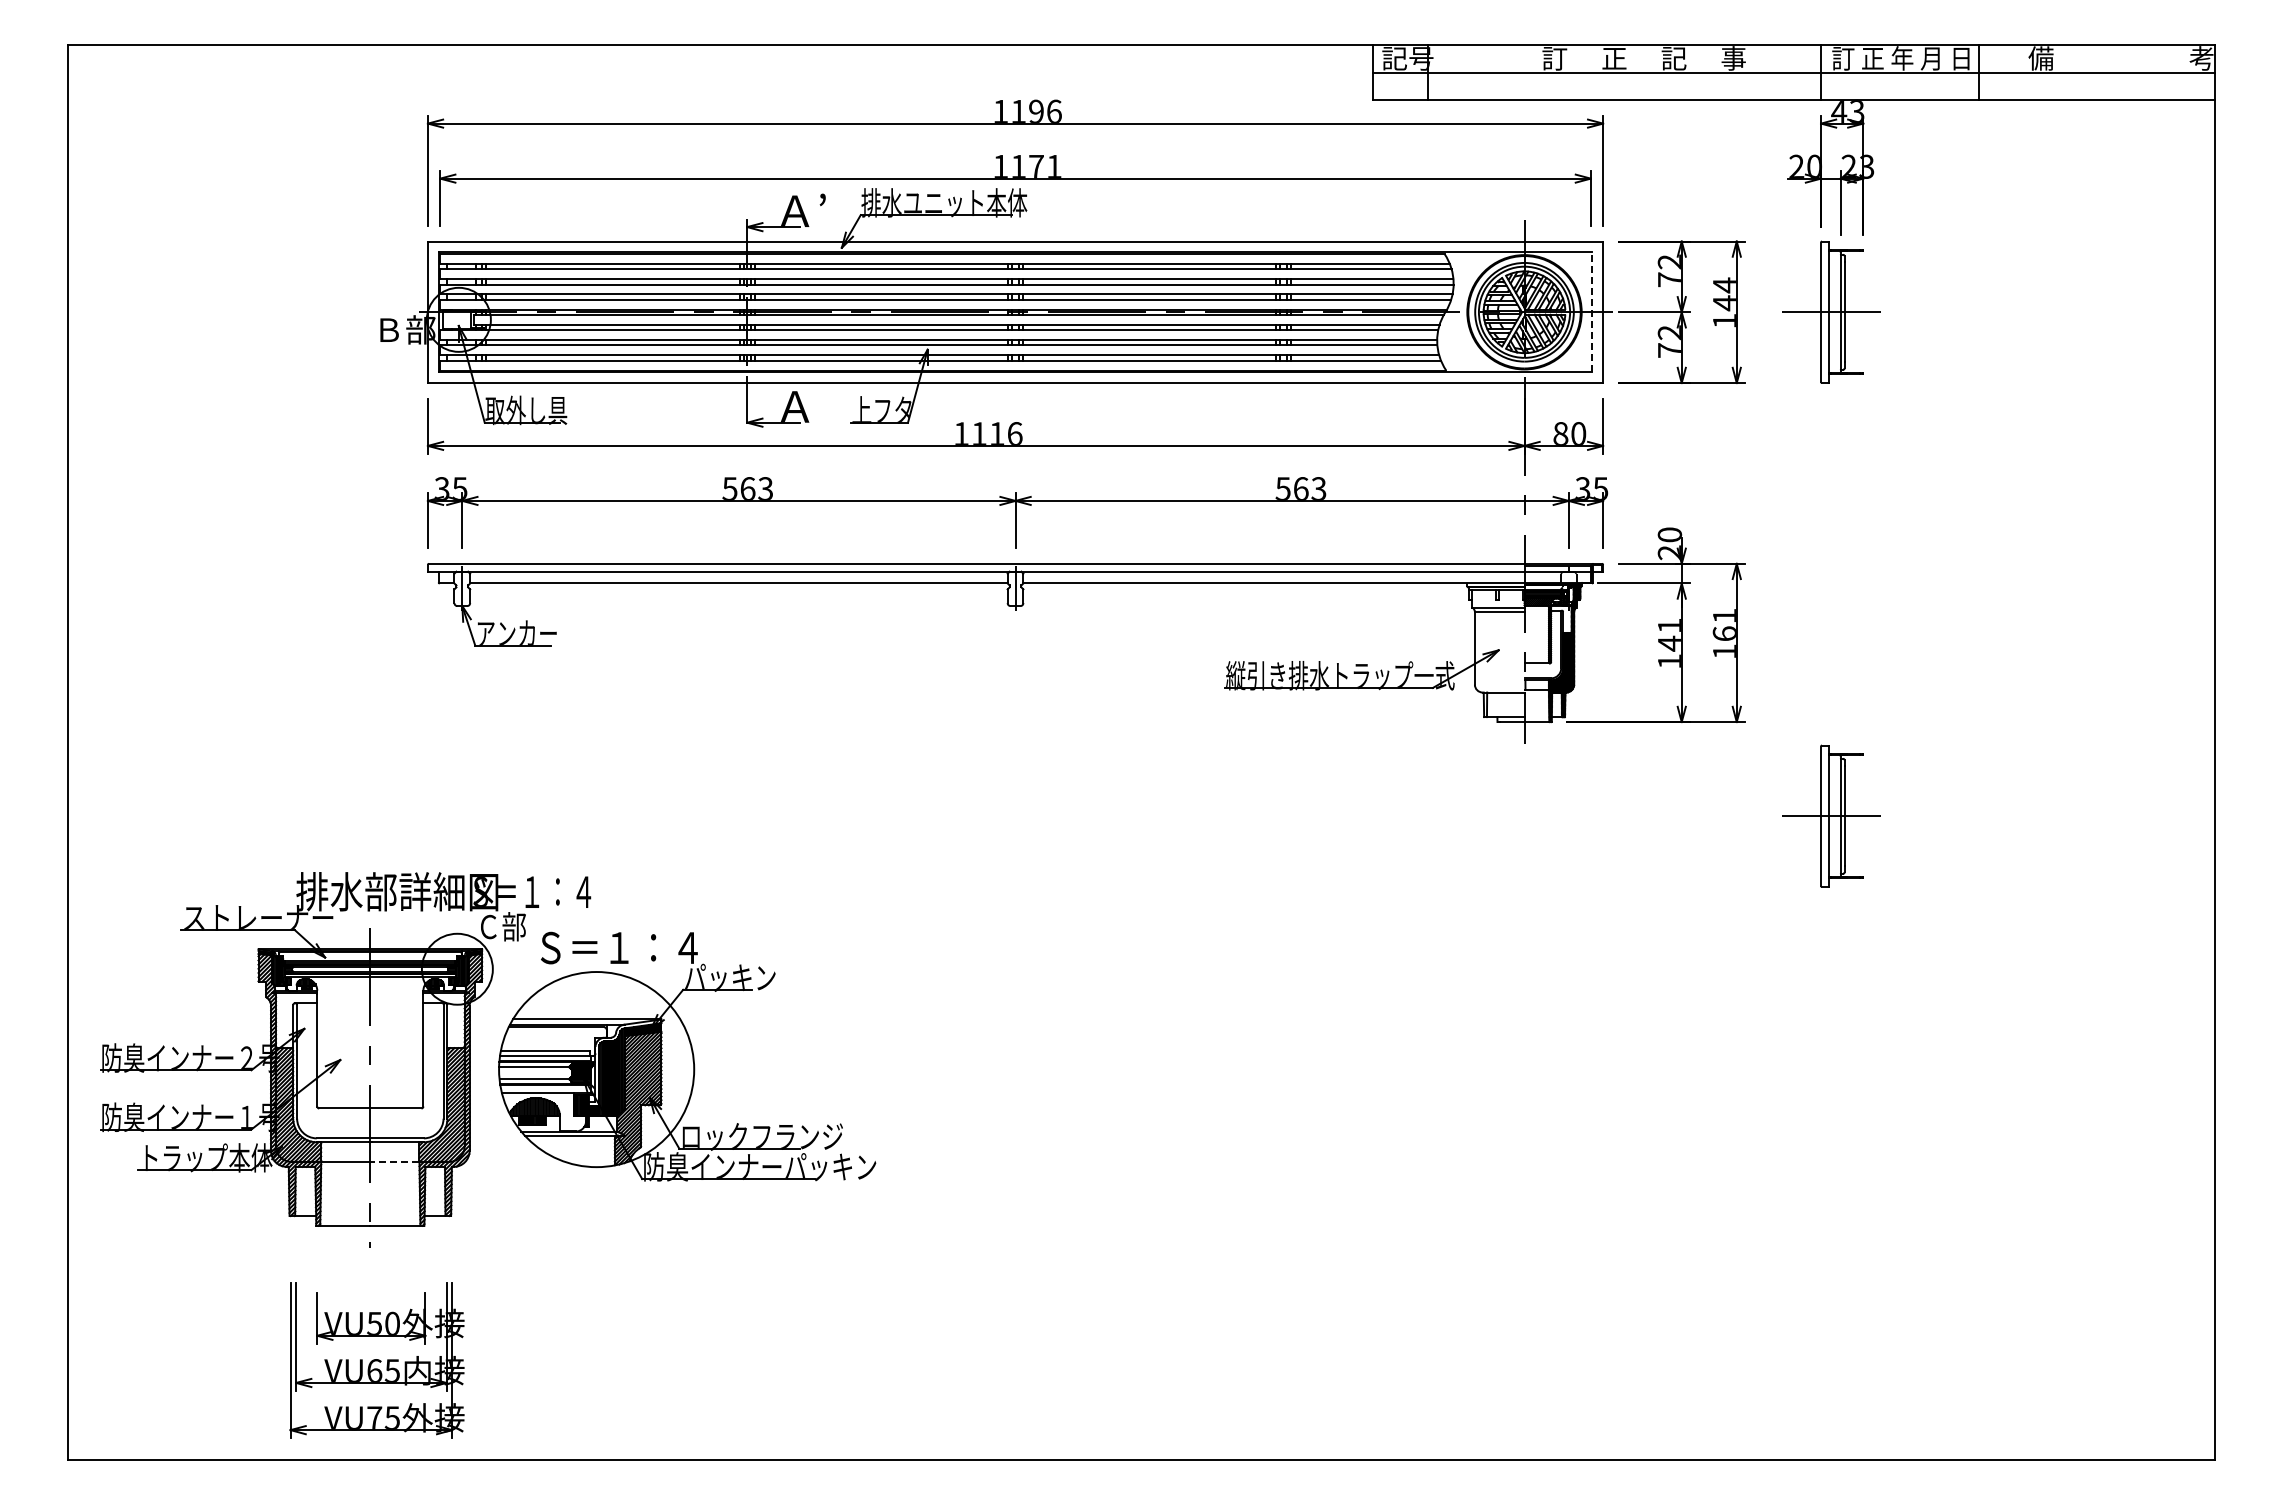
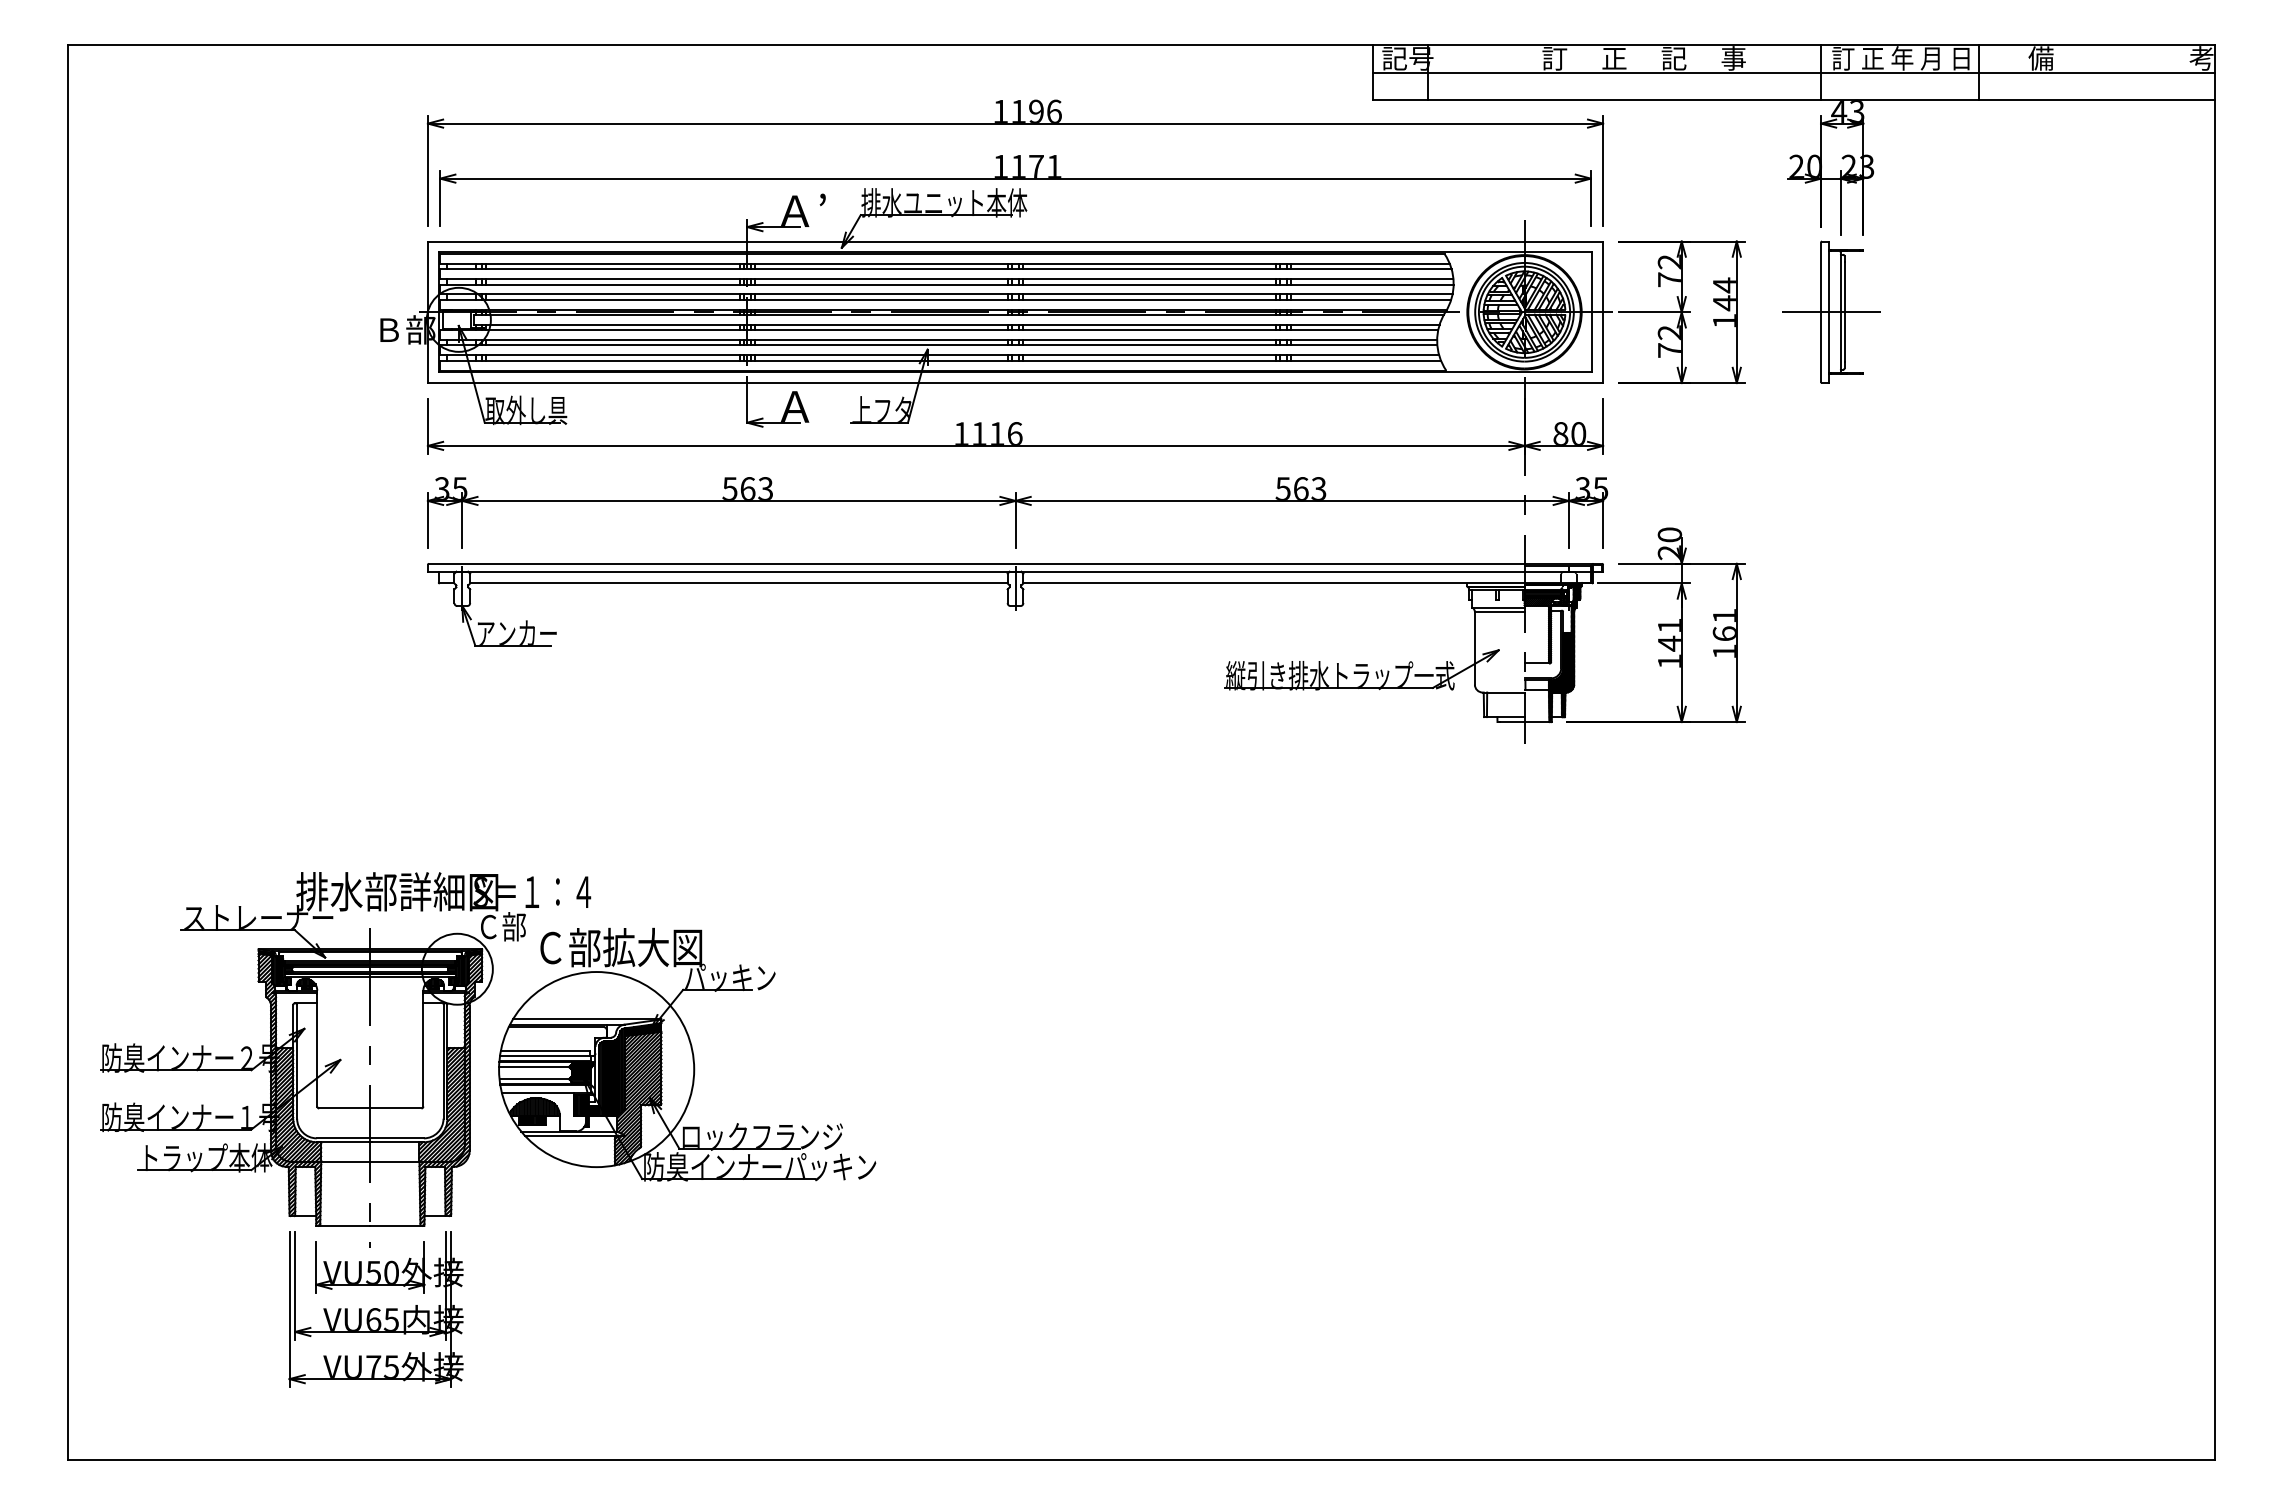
line at (1592, 312): dashed -> solid
part at (1831, 815): present -> none
text at (621, 947): Ｓ＝１：４ -> Ｃ部拡大図
line at (394, 1161): dashed -> solid
part at (376, 1360) position: (376, 1360) -> (375, 1309)
